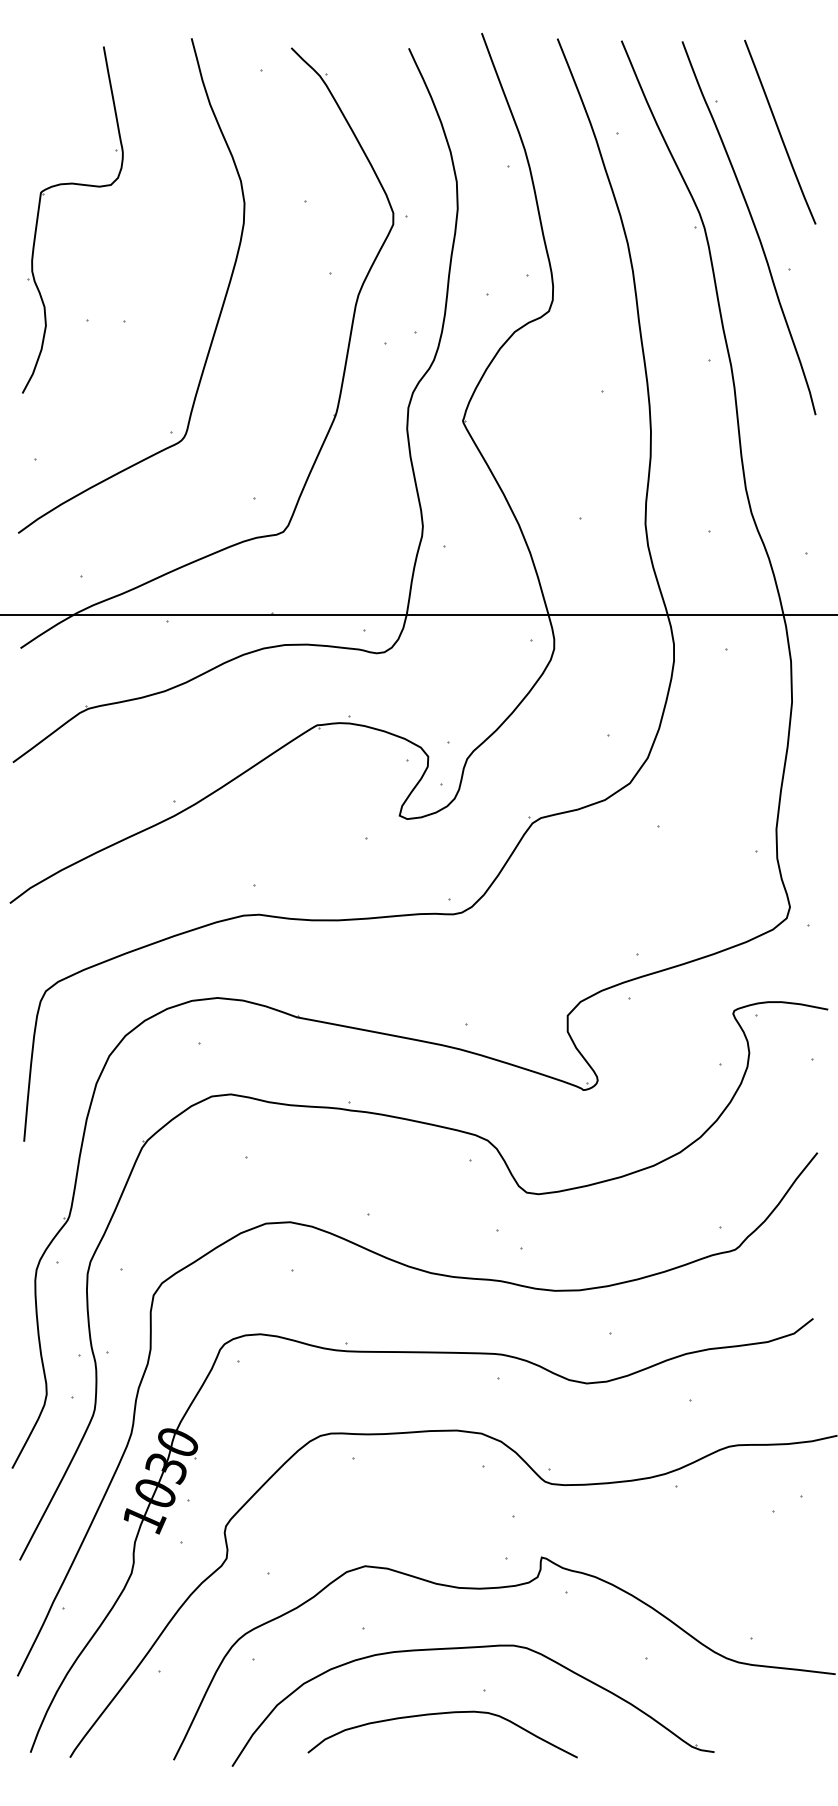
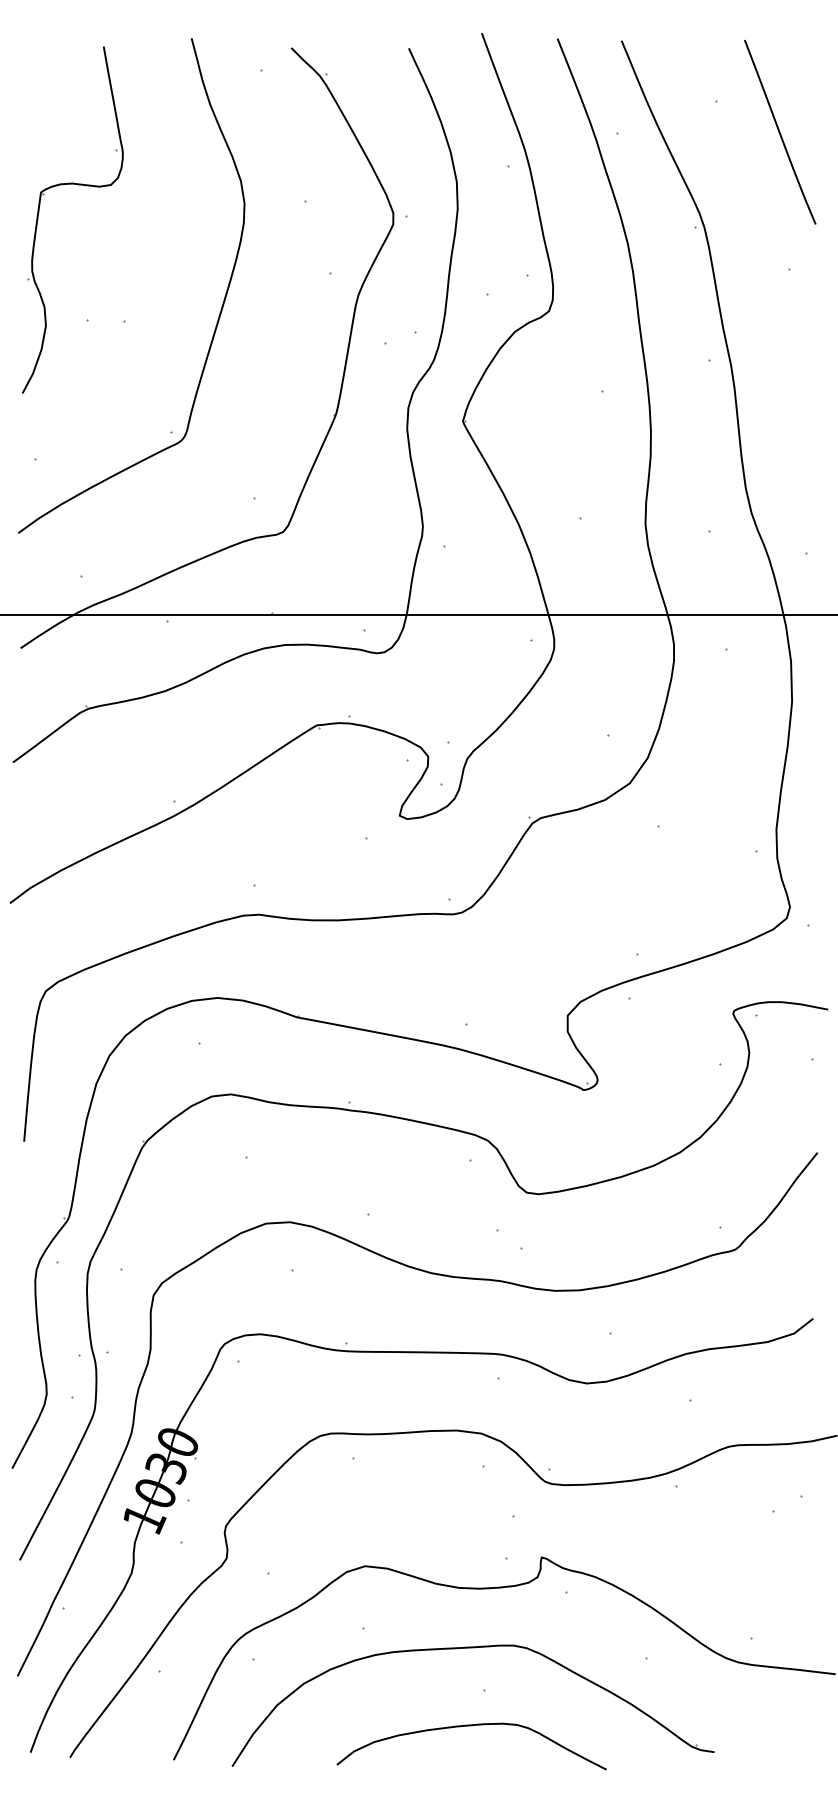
curve at (753, 225): present -> none
curve at (442, 1714) position: (442, 1714) -> (471, 1726)
